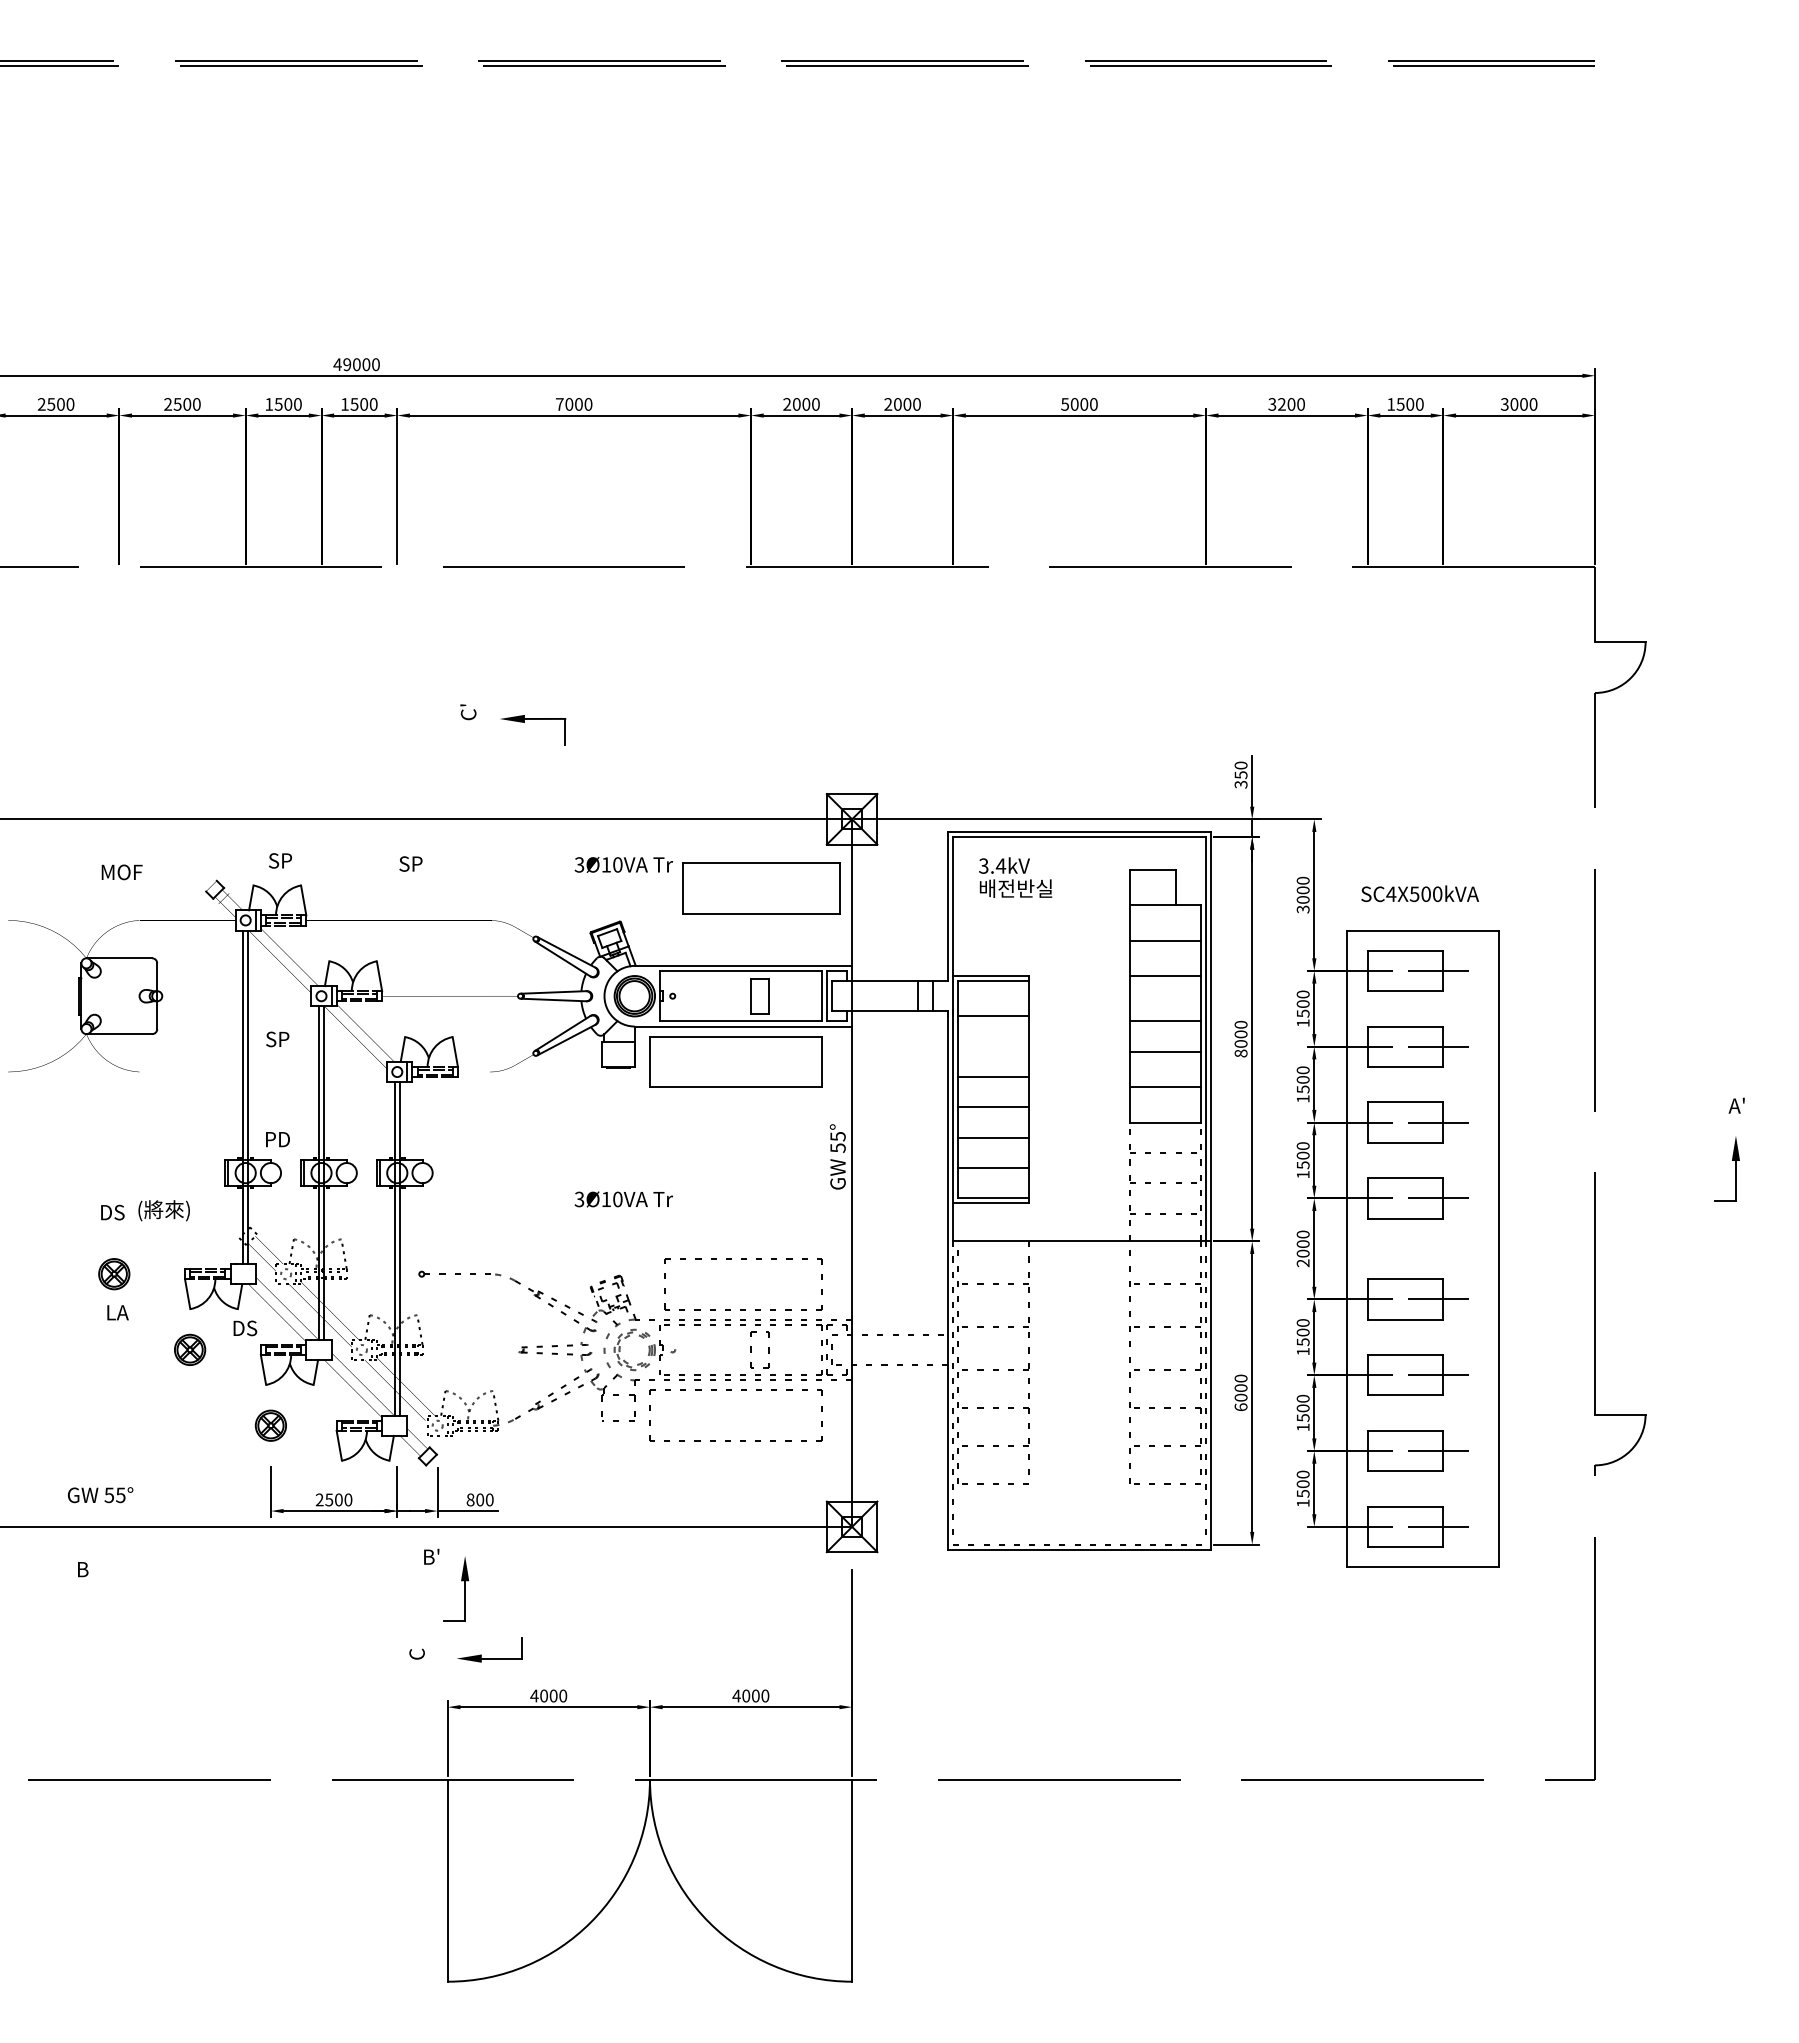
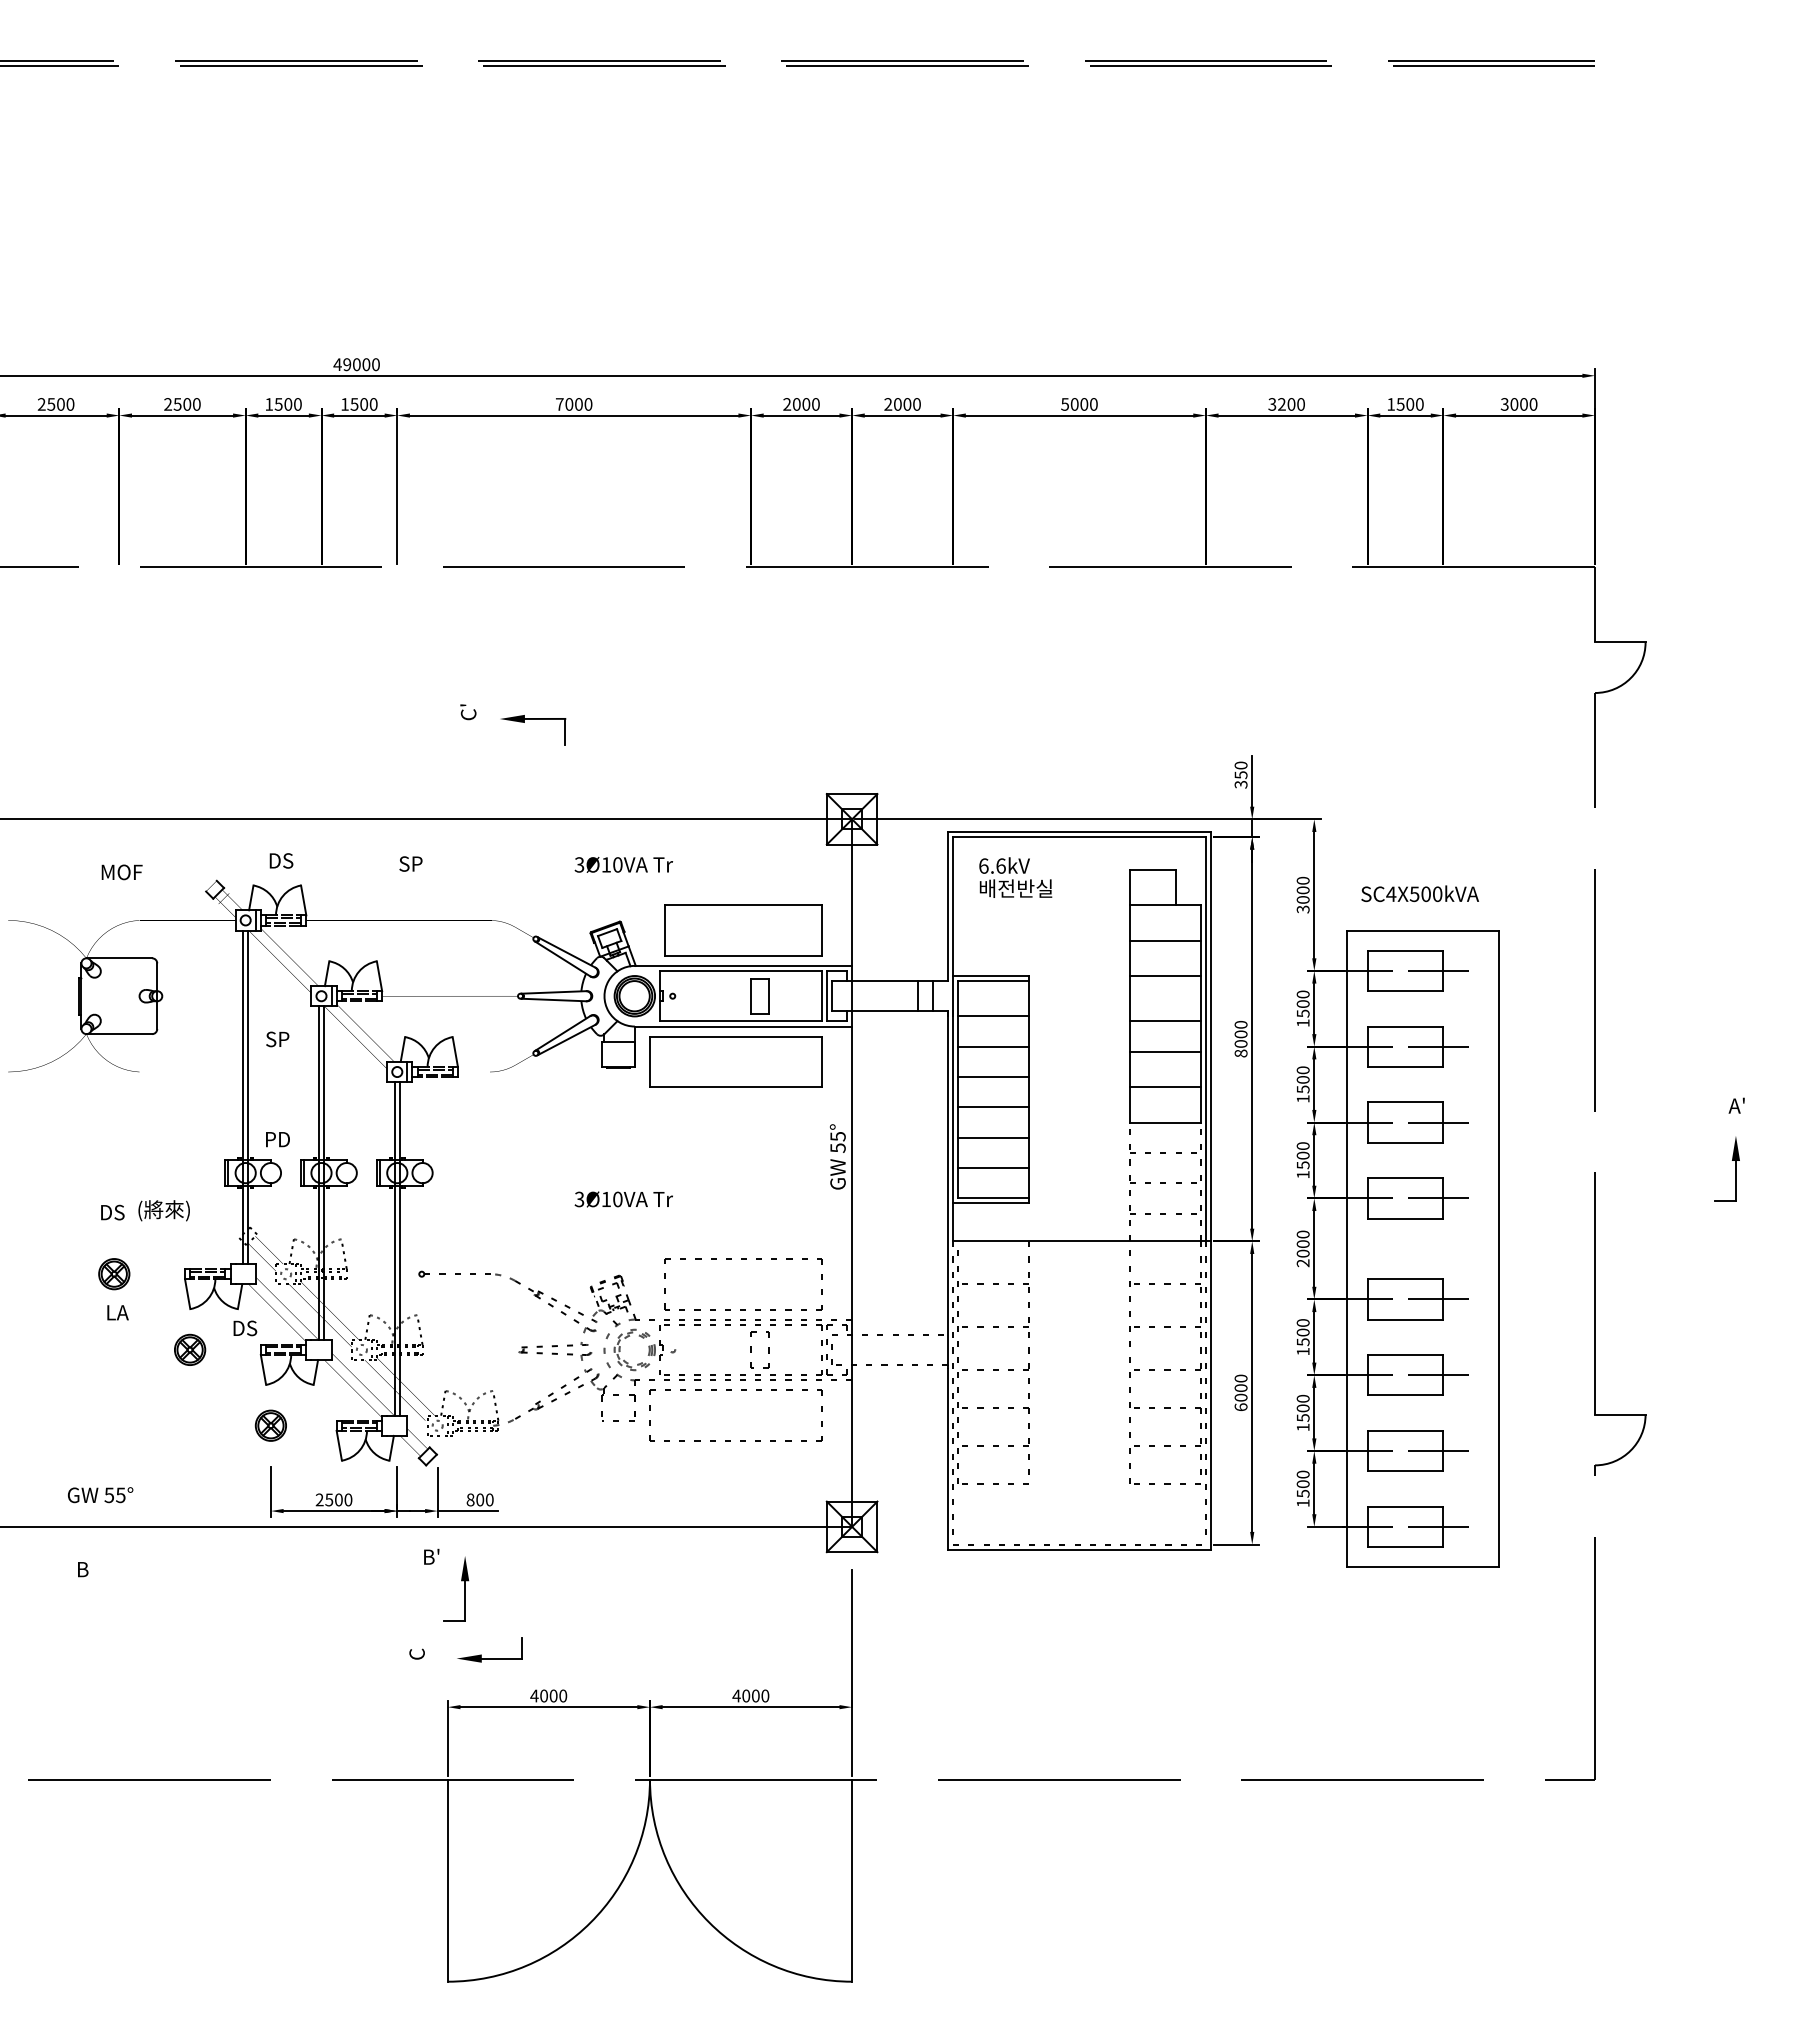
text at (281, 860): SP -> DS
text at (992, 865): 3.4kV -> 6.6kV
part at (761, 888) position: (761, 888) -> (743, 930)
line at (993, 1046): none -> present
